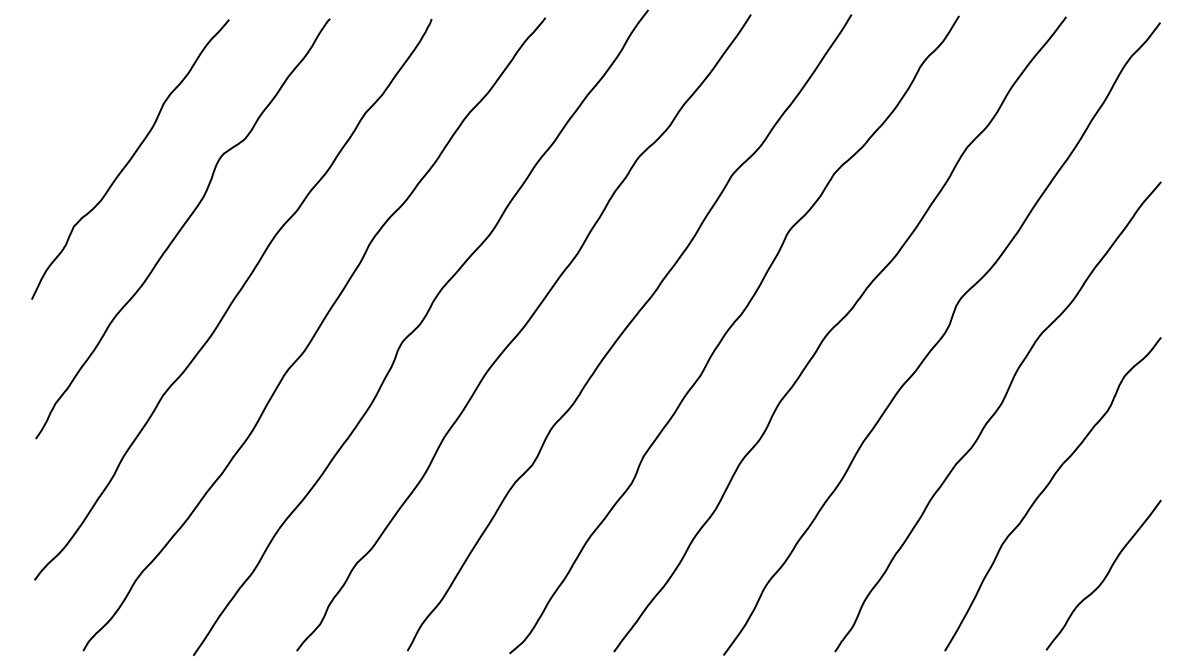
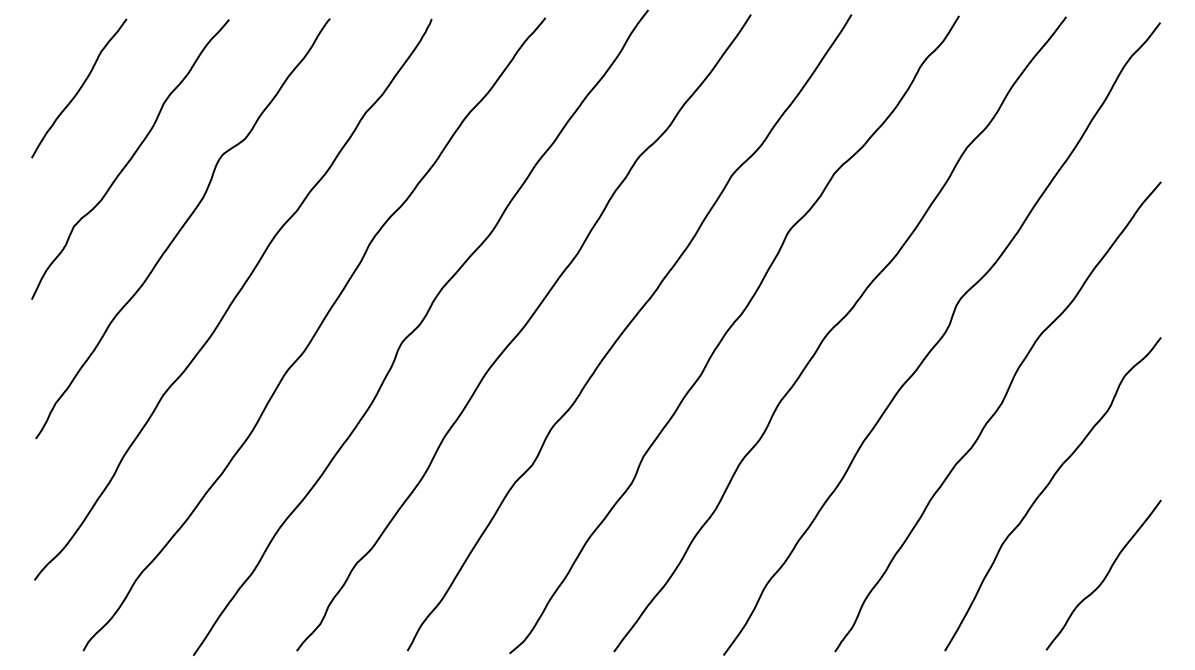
curve at (79, 88): none -> present
